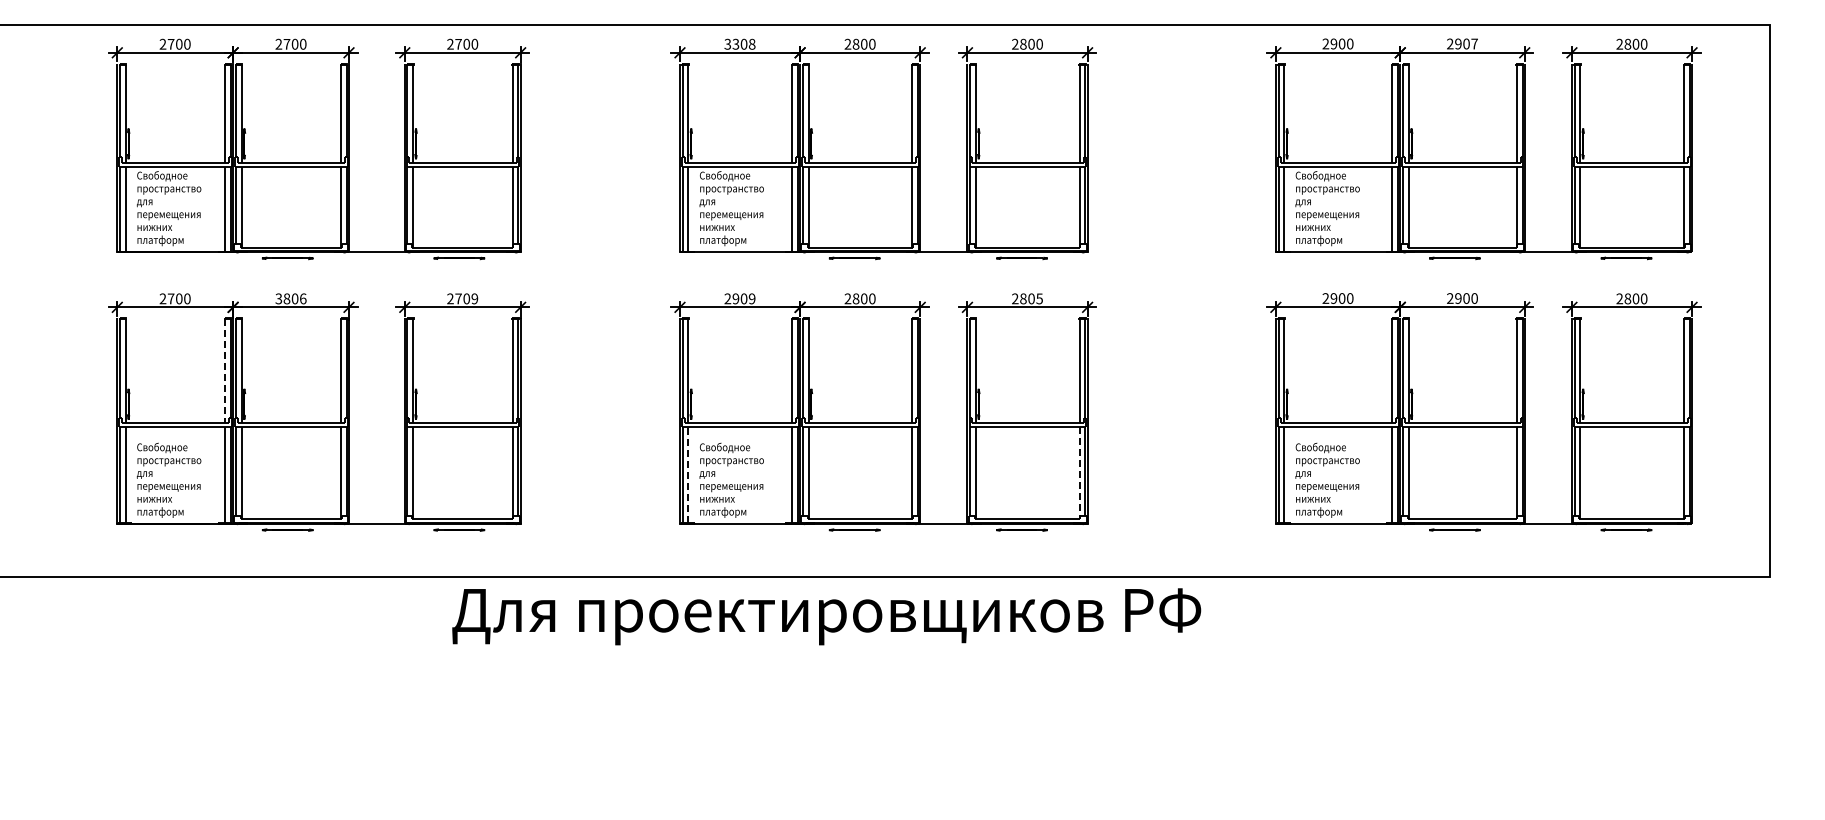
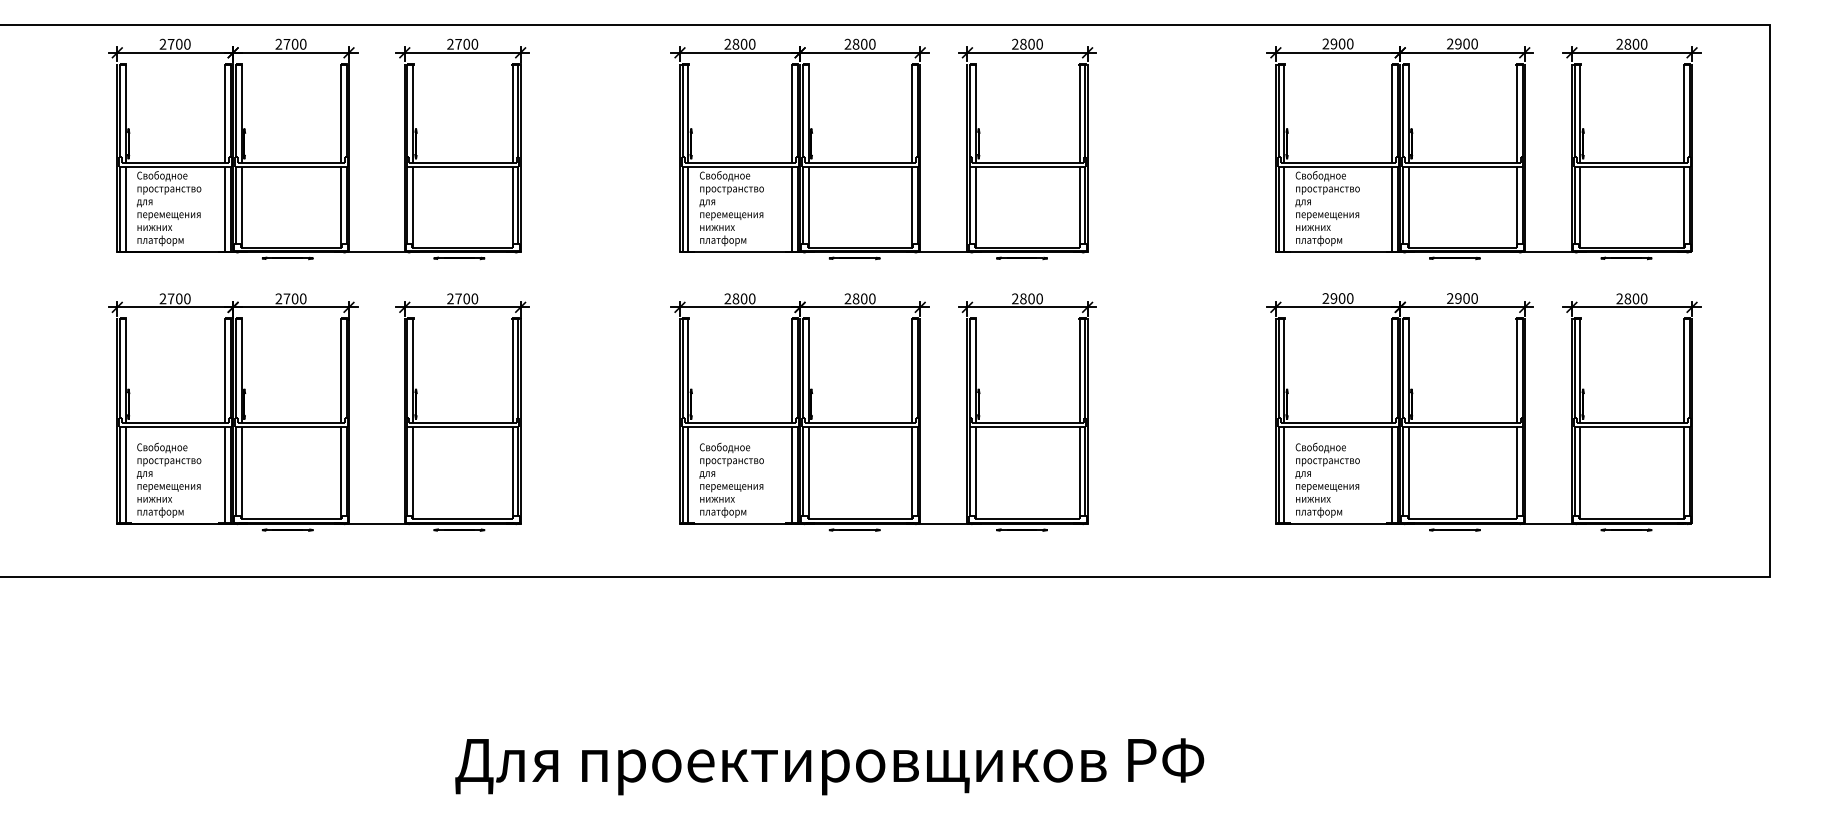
text at (1474, 43): 2907 -> 2900
text at (739, 44): 3308 -> 2800
text at (290, 298): 3806 -> 2700
text at (474, 298): 2709 -> 2700
text at (743, 298): 2909 -> 2800
text at (1039, 298): 2805 -> 2800
line at (225, 371): dashed -> solid
line at (1079, 473): dashed -> solid
line at (688, 474): dashed -> solid
text at (826, 616) position: (826, 616) -> (829, 766)
